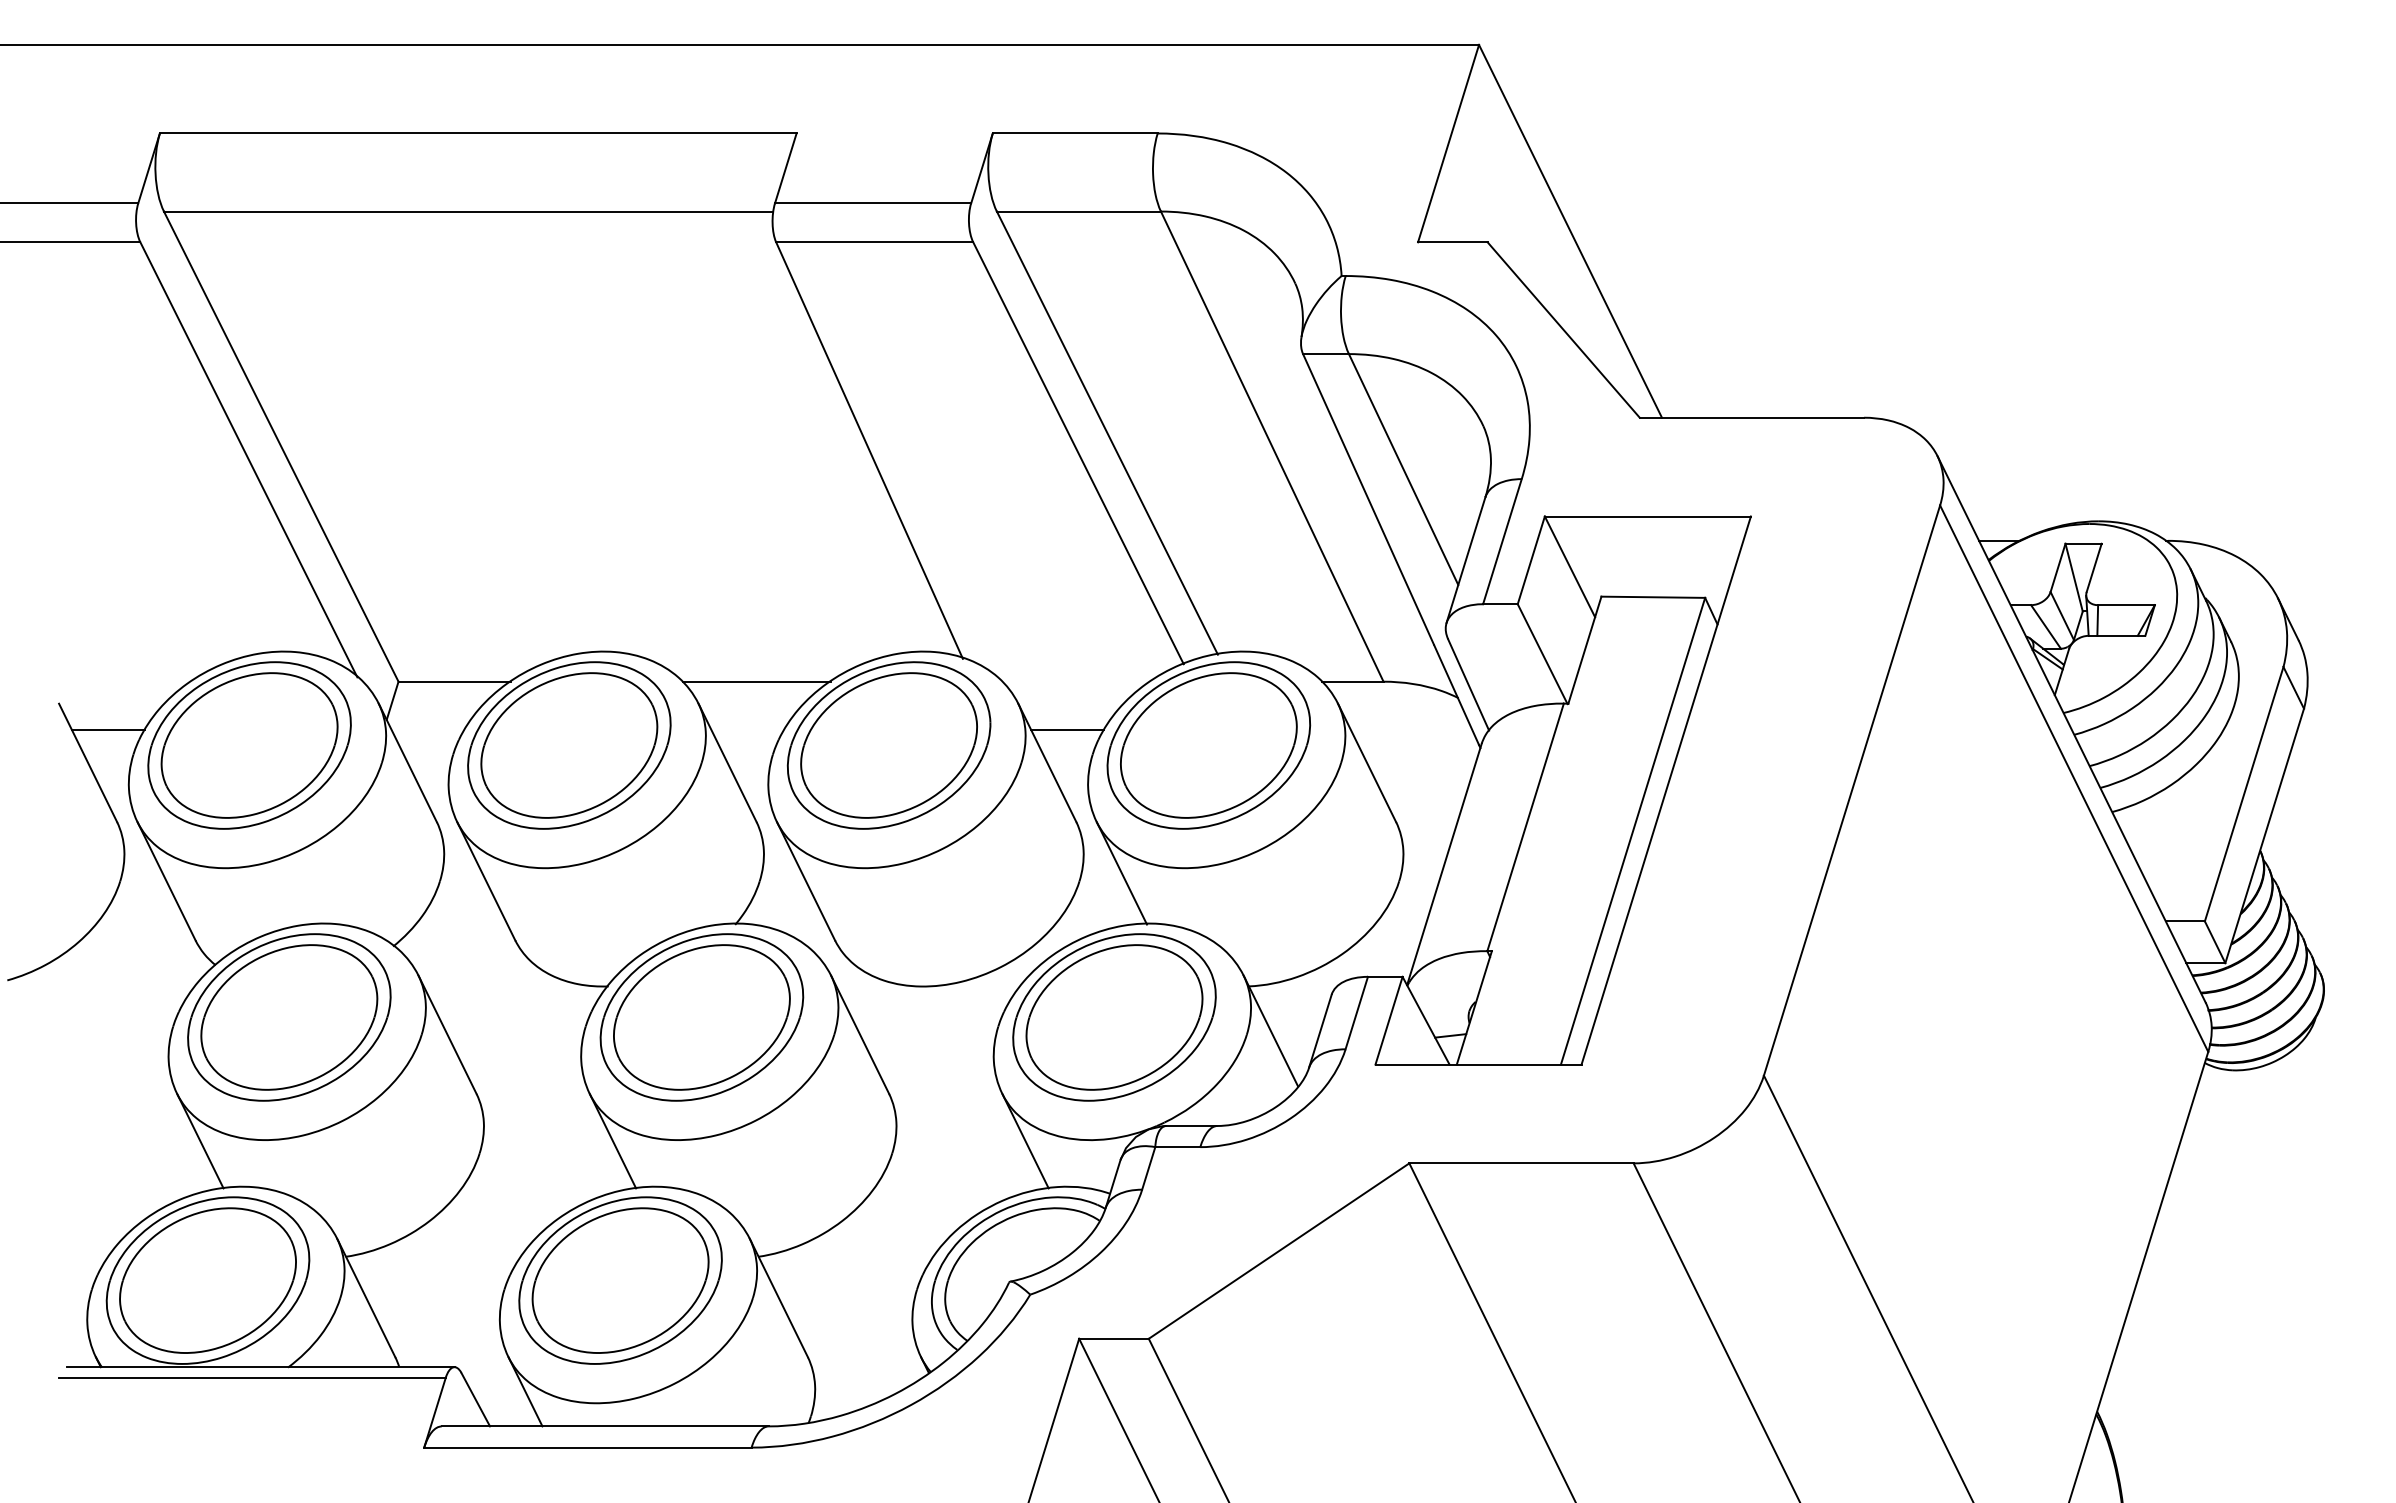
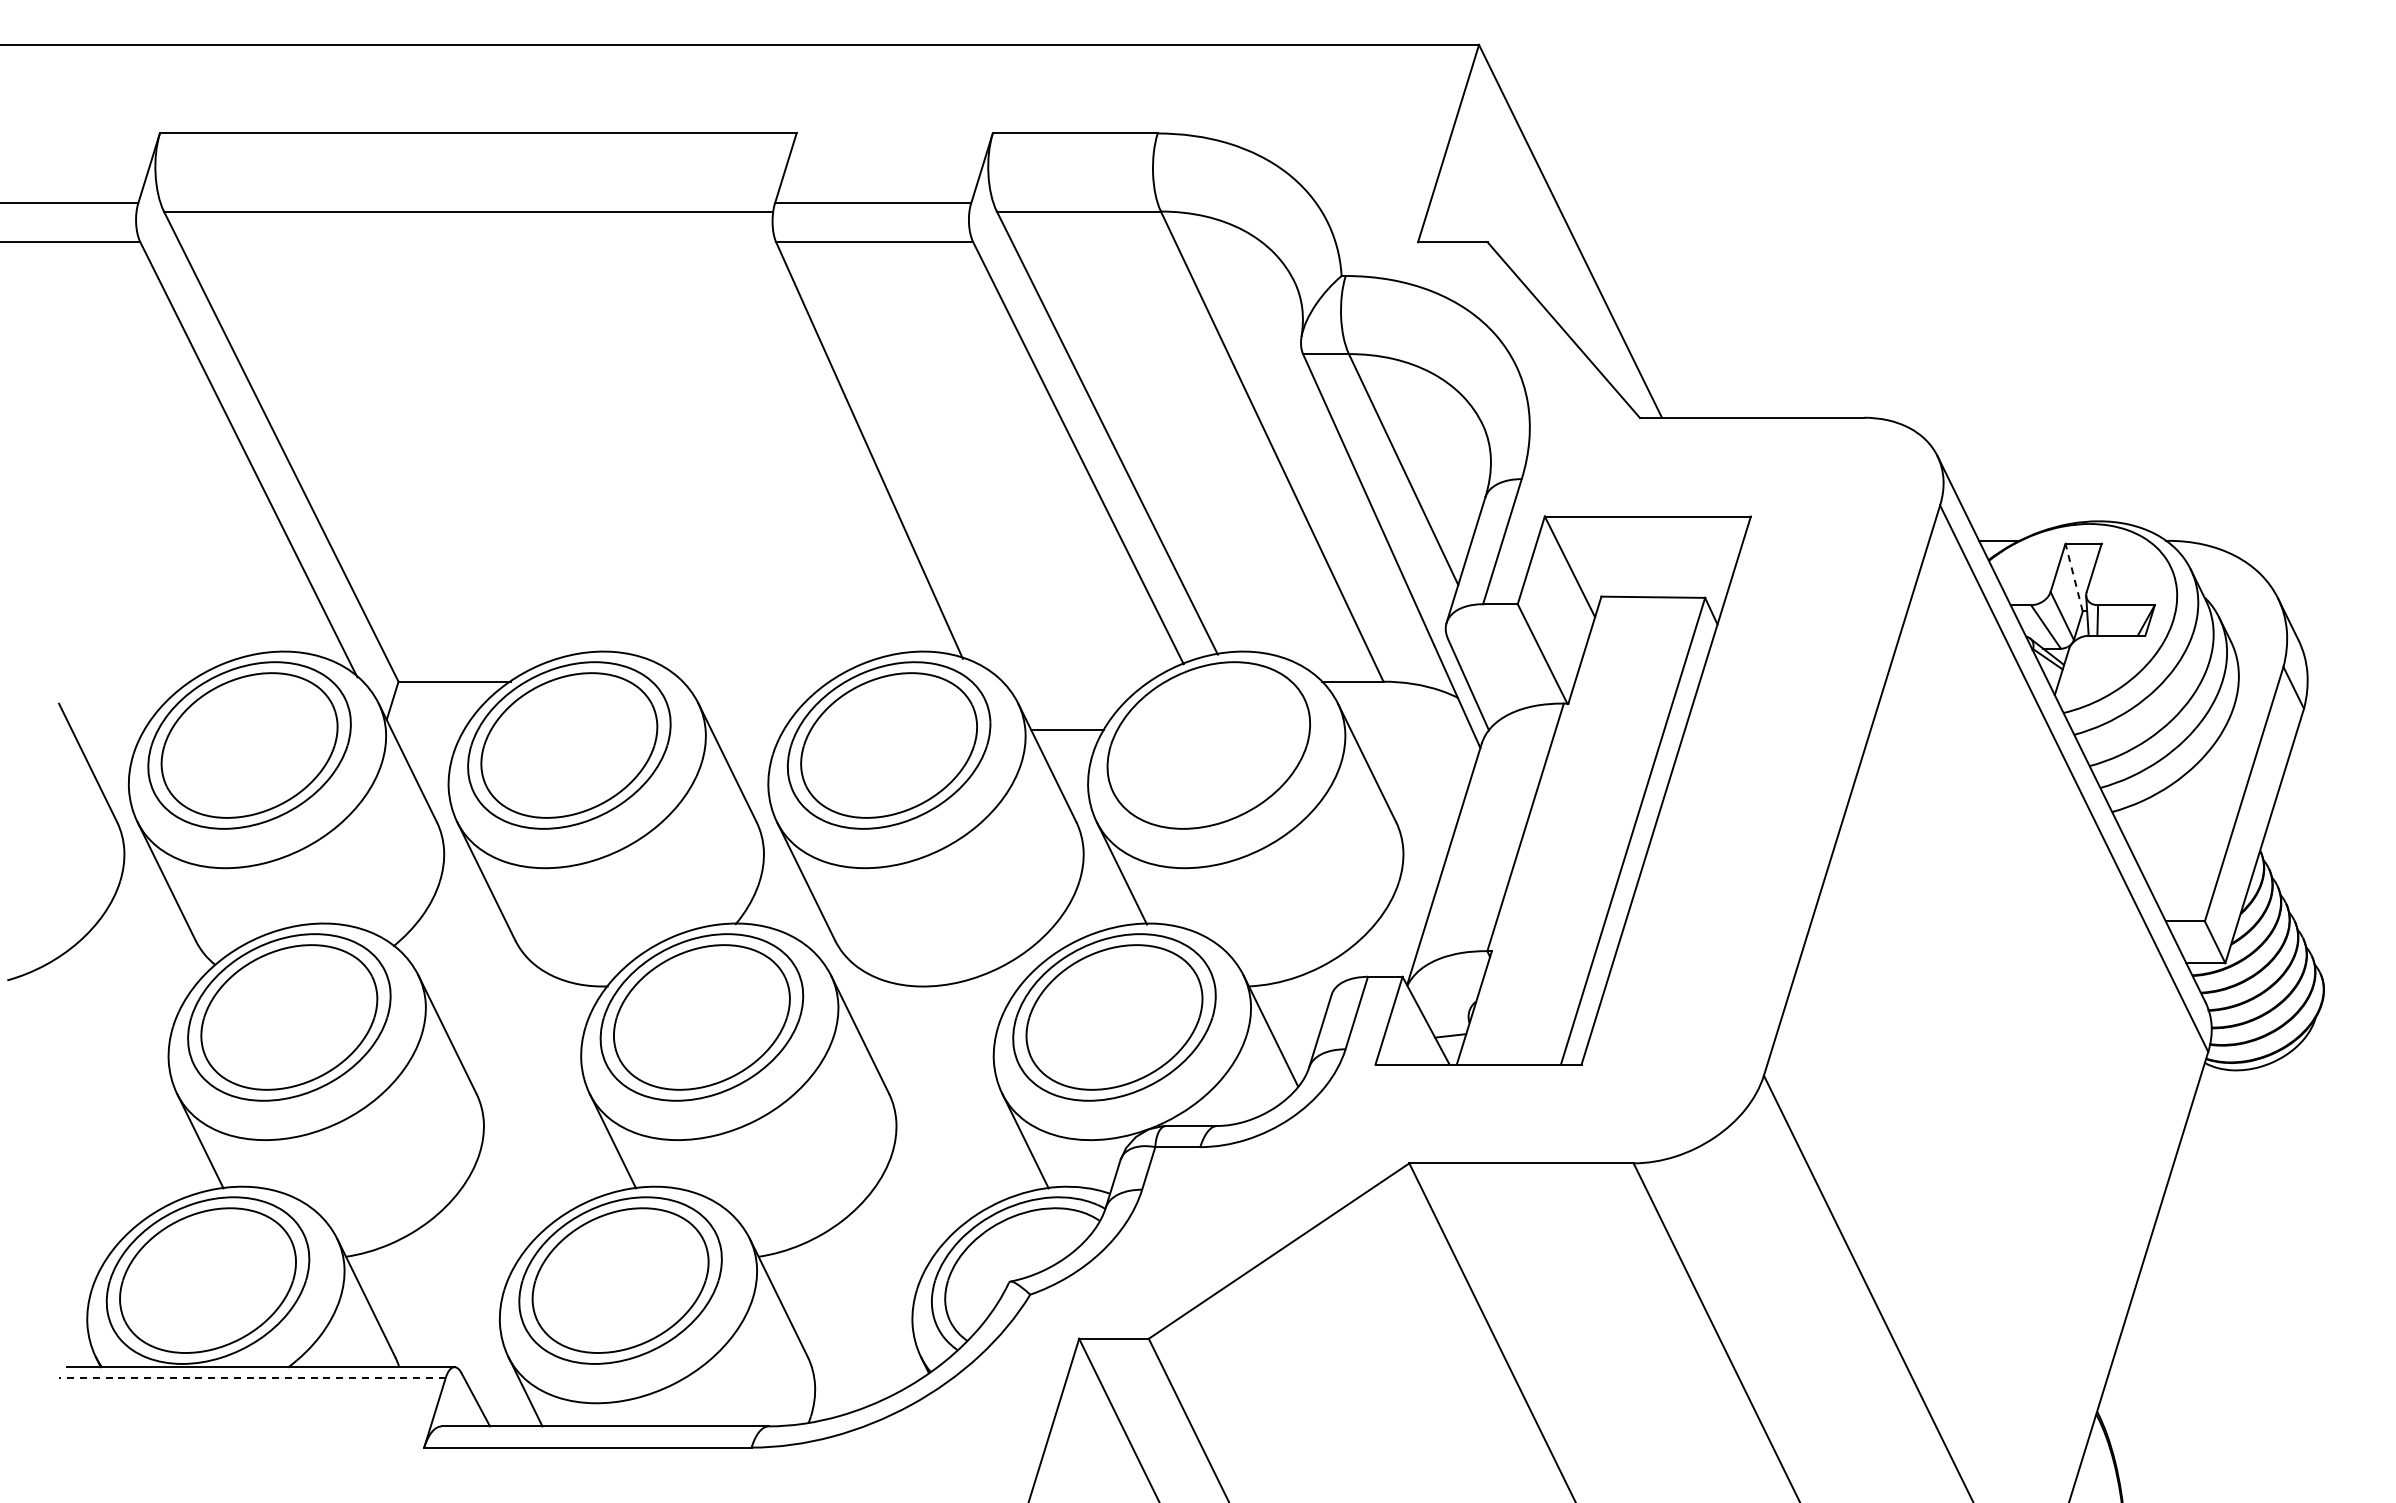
line at (2074, 577): solid -> dashed
line at (756, 681): present -> none
line at (108, 729): present -> none
part at (1208, 745): present -> none
line at (252, 1377): solid -> dashed
